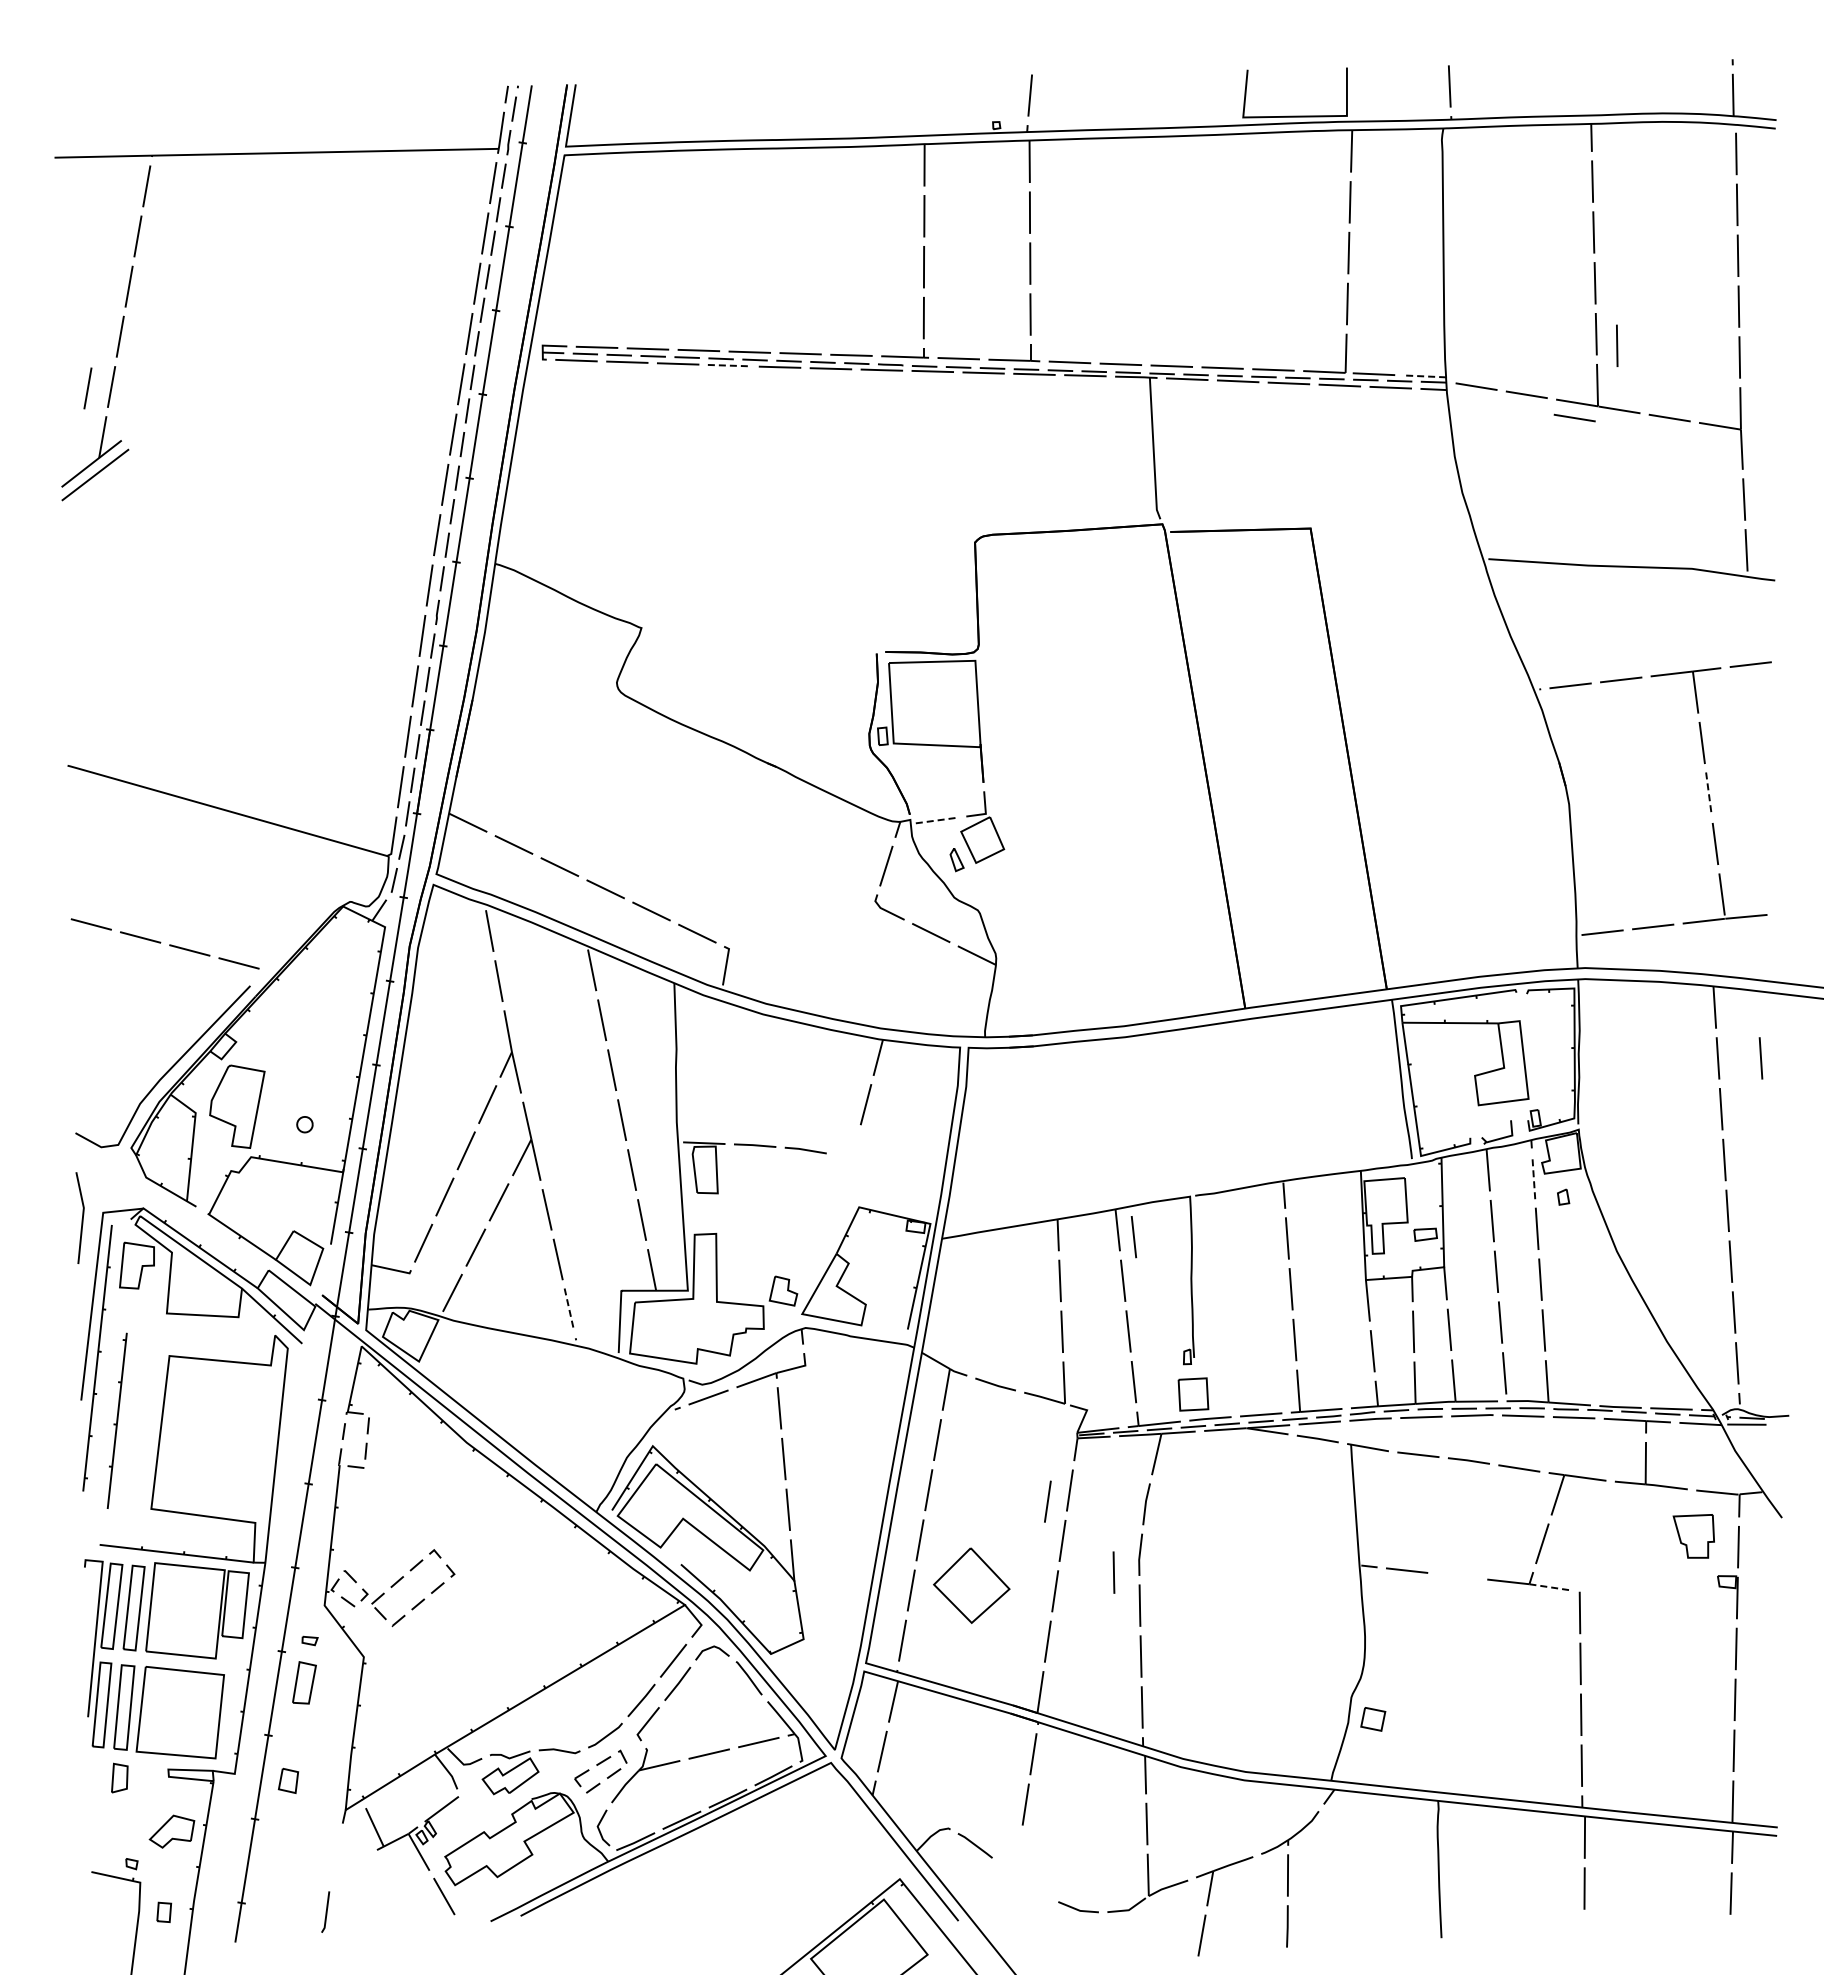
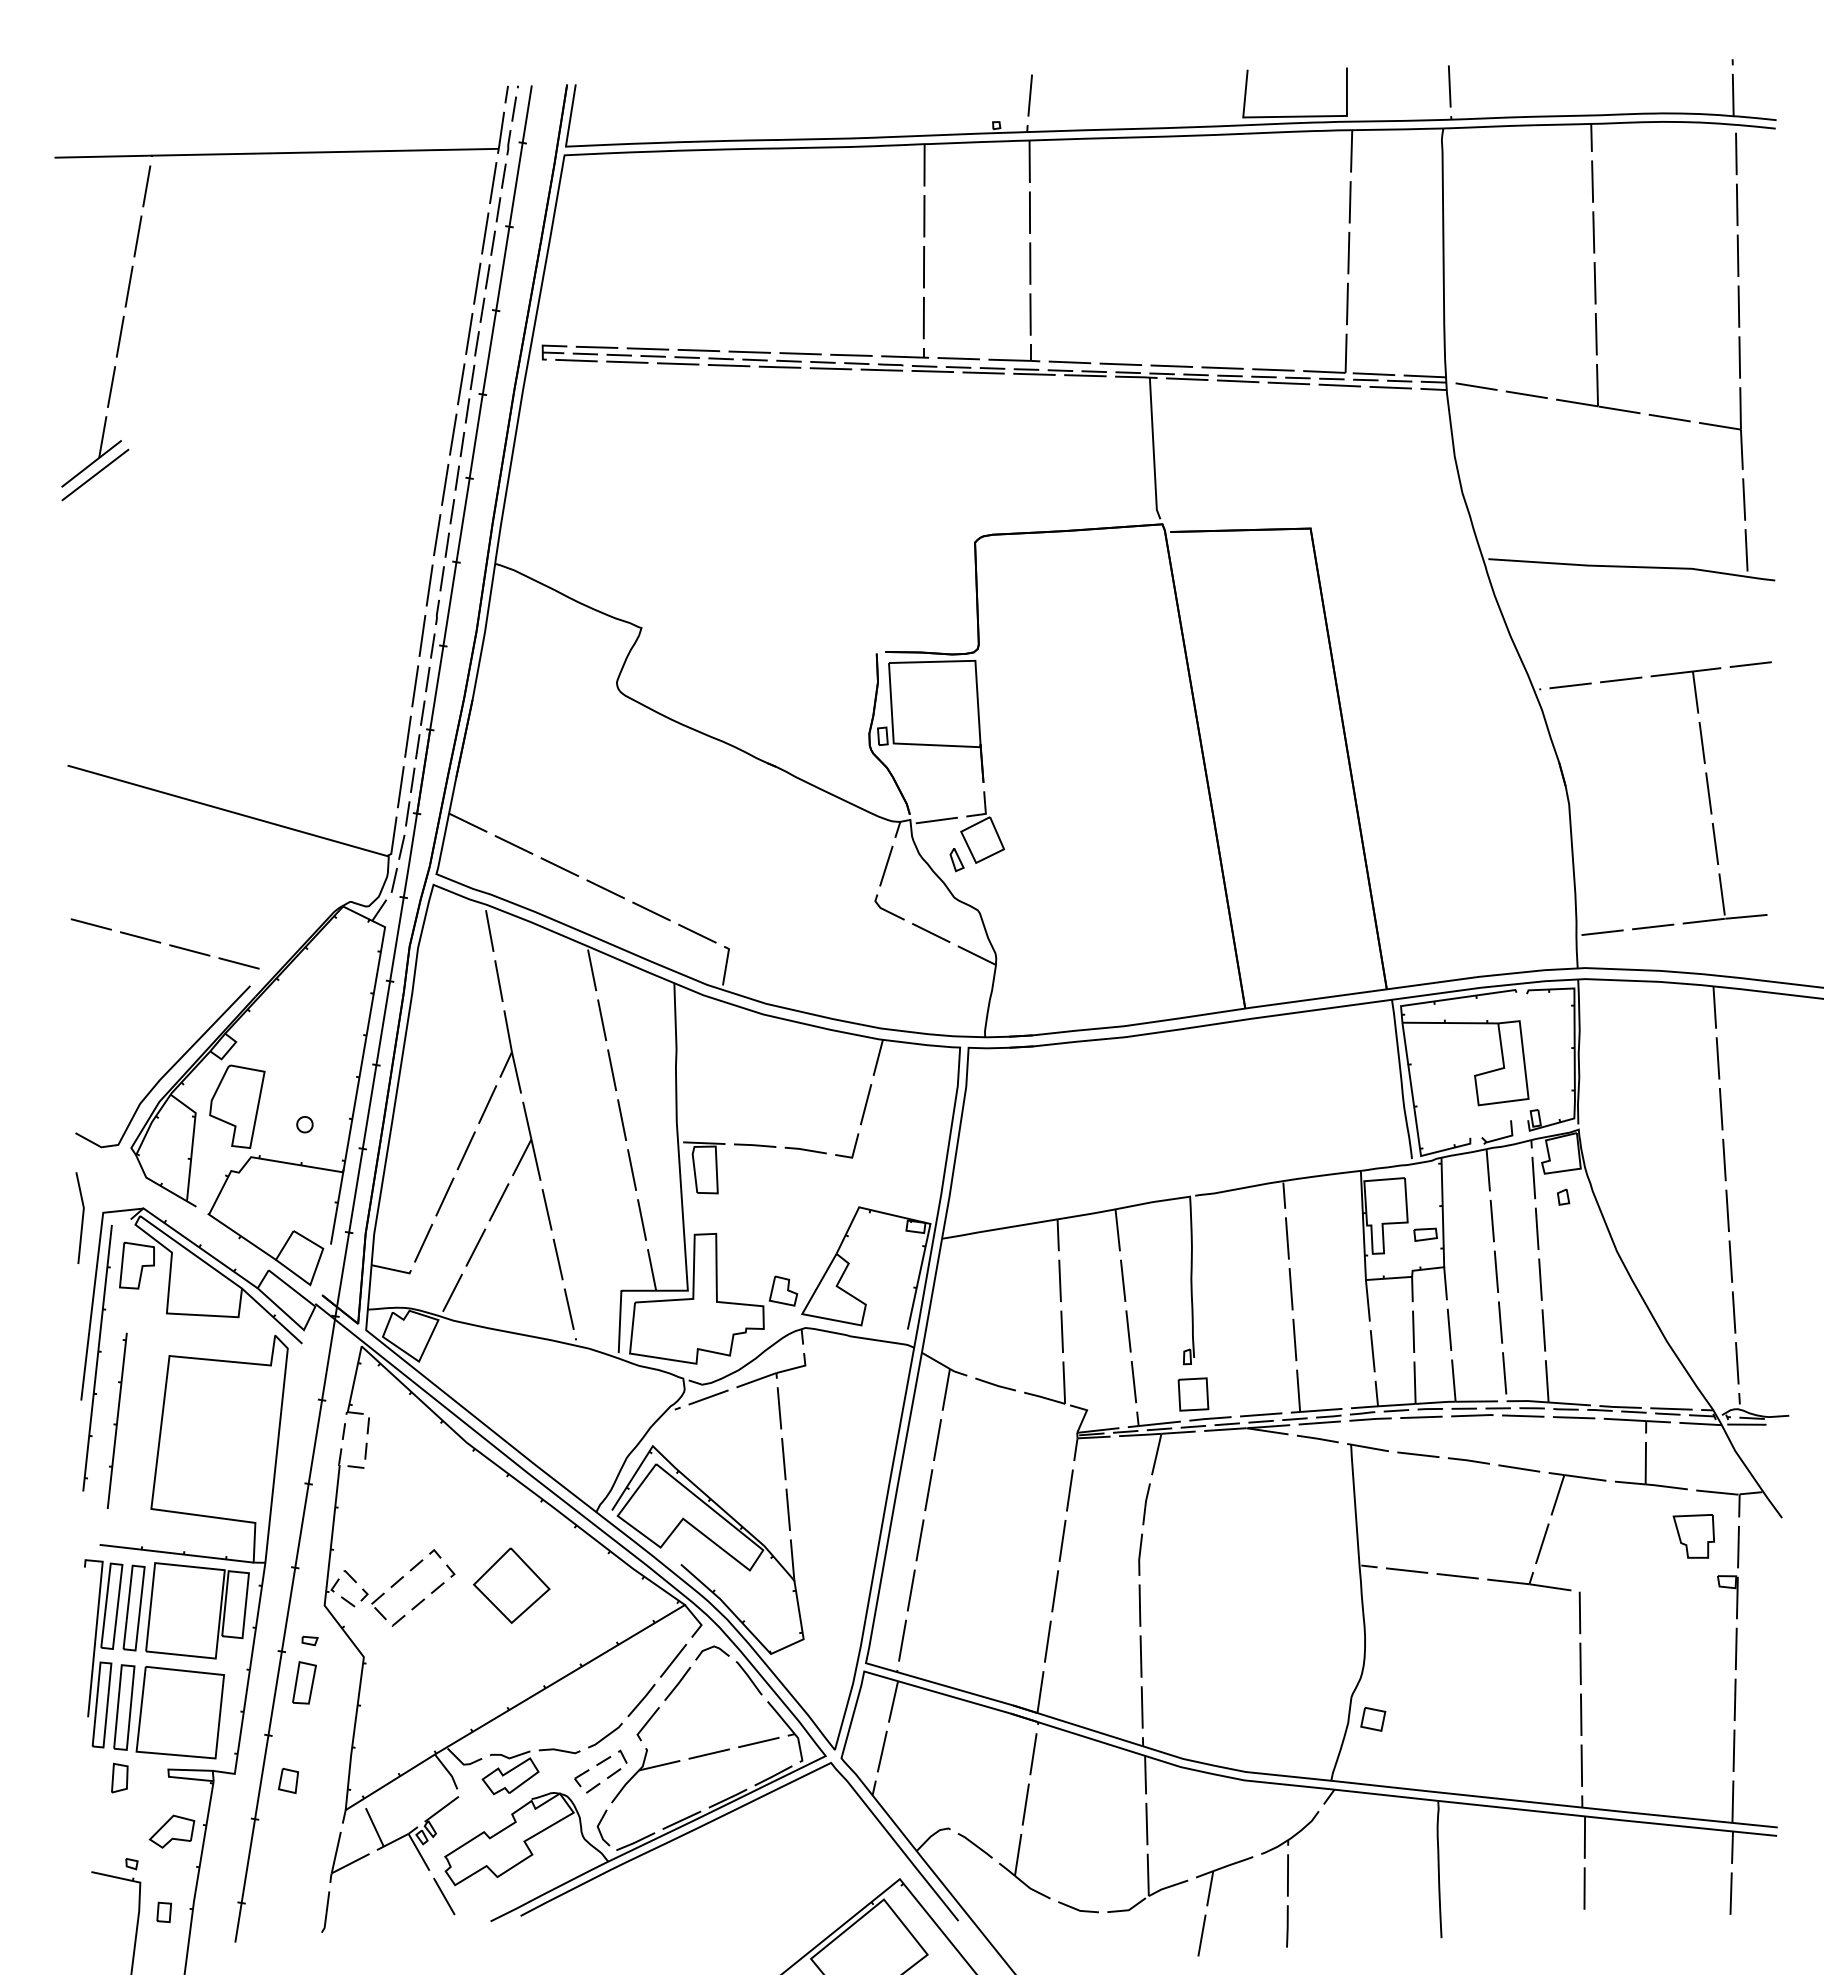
line at (1617, 345): present -> none
line at (729, 365): dashed -> solid
line at (1424, 376): dashed -> solid
line at (87, 388): present -> none
line at (1574, 417): present -> none
line at (1708, 794): dashed -> solid
line at (937, 820): dashed -> solid
line at (1760, 1058): present -> none
line at (853, 1148): none -> present
line at (1533, 1177): dashed -> solid
line at (1133, 1237): present -> none
line at (569, 1309): dashed -> solid
line at (1047, 1501): present -> none
line at (1113, 1572): present -> none
line at (1457, 1576): none -> present
part at (971, 1585) position: (971, 1585) -> (511, 1585)
line at (1550, 1587): dashed -> solid
part at (349, 1856): none -> present
part at (1017, 1866): none -> present
